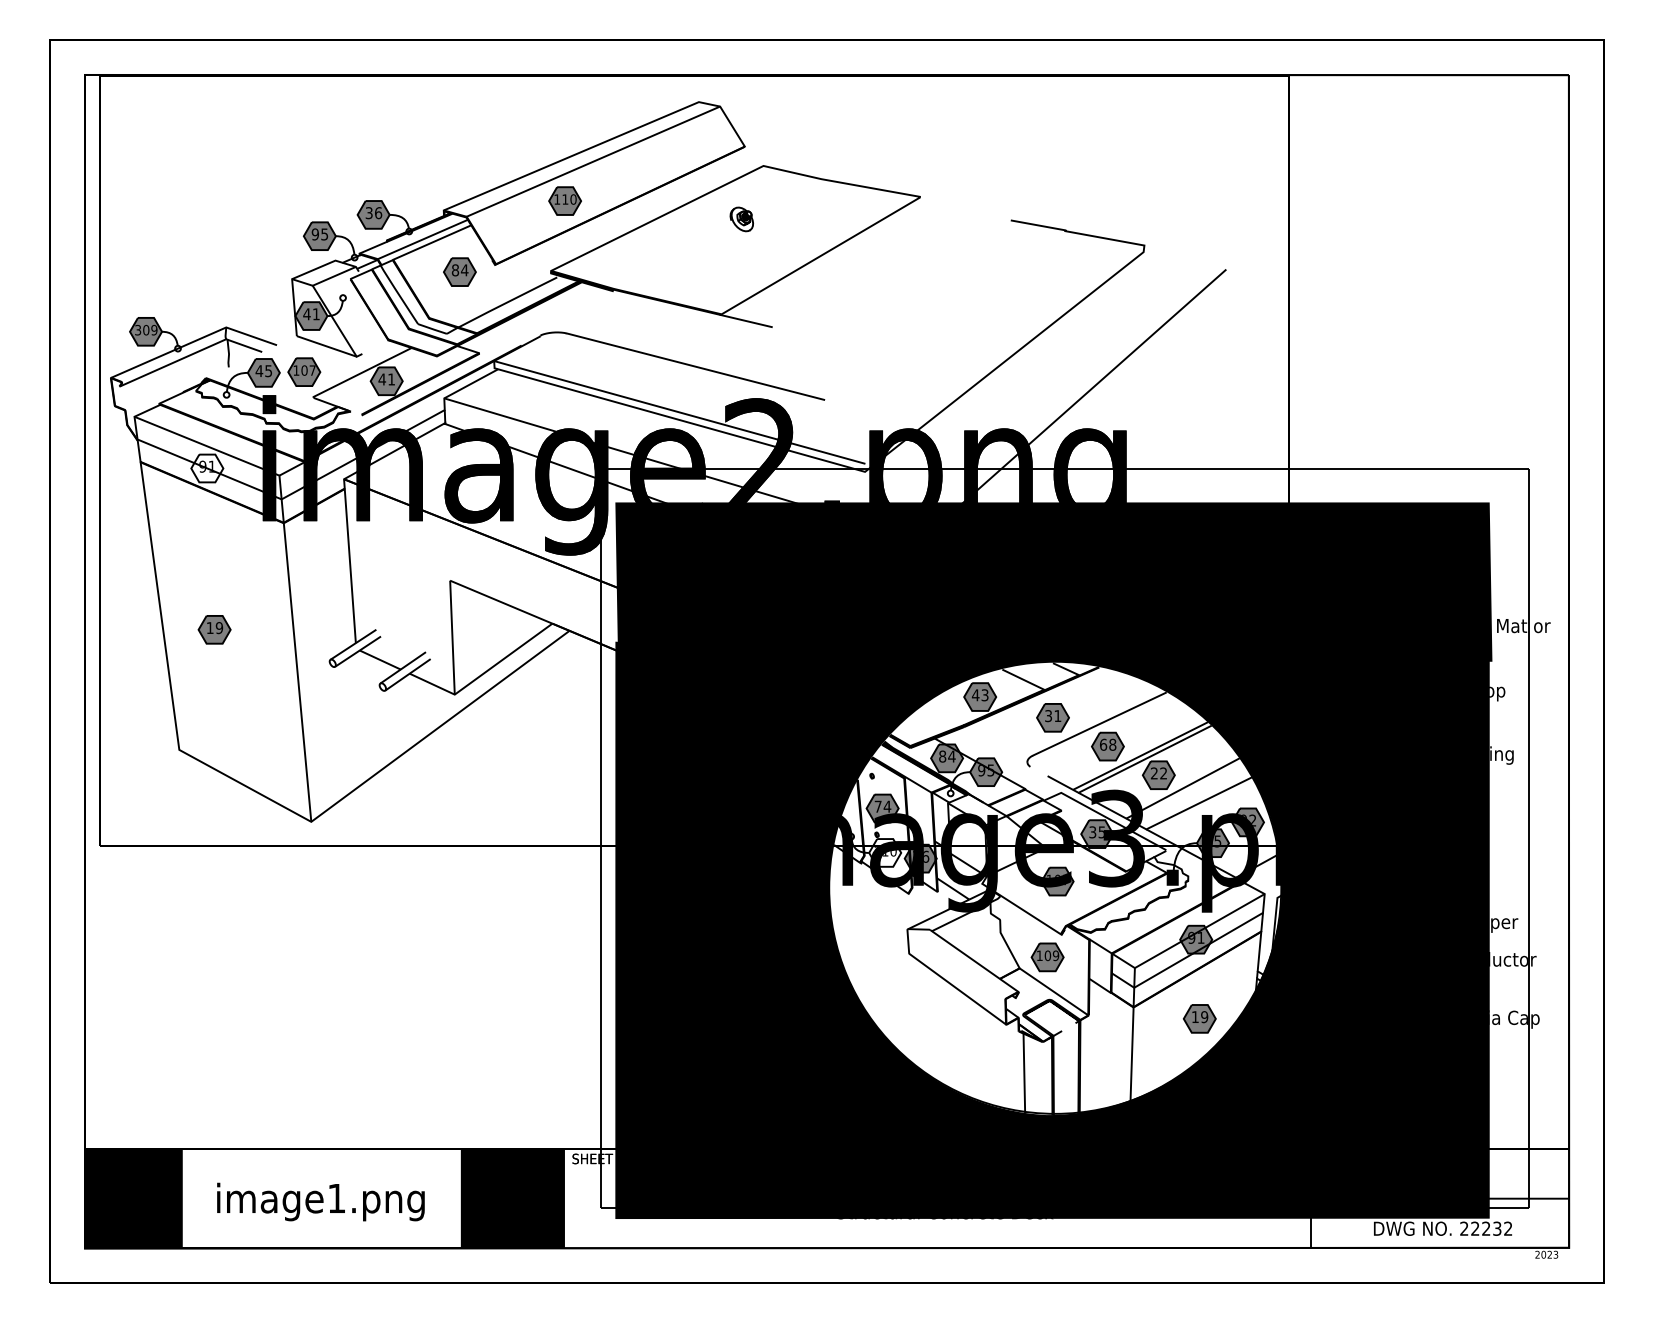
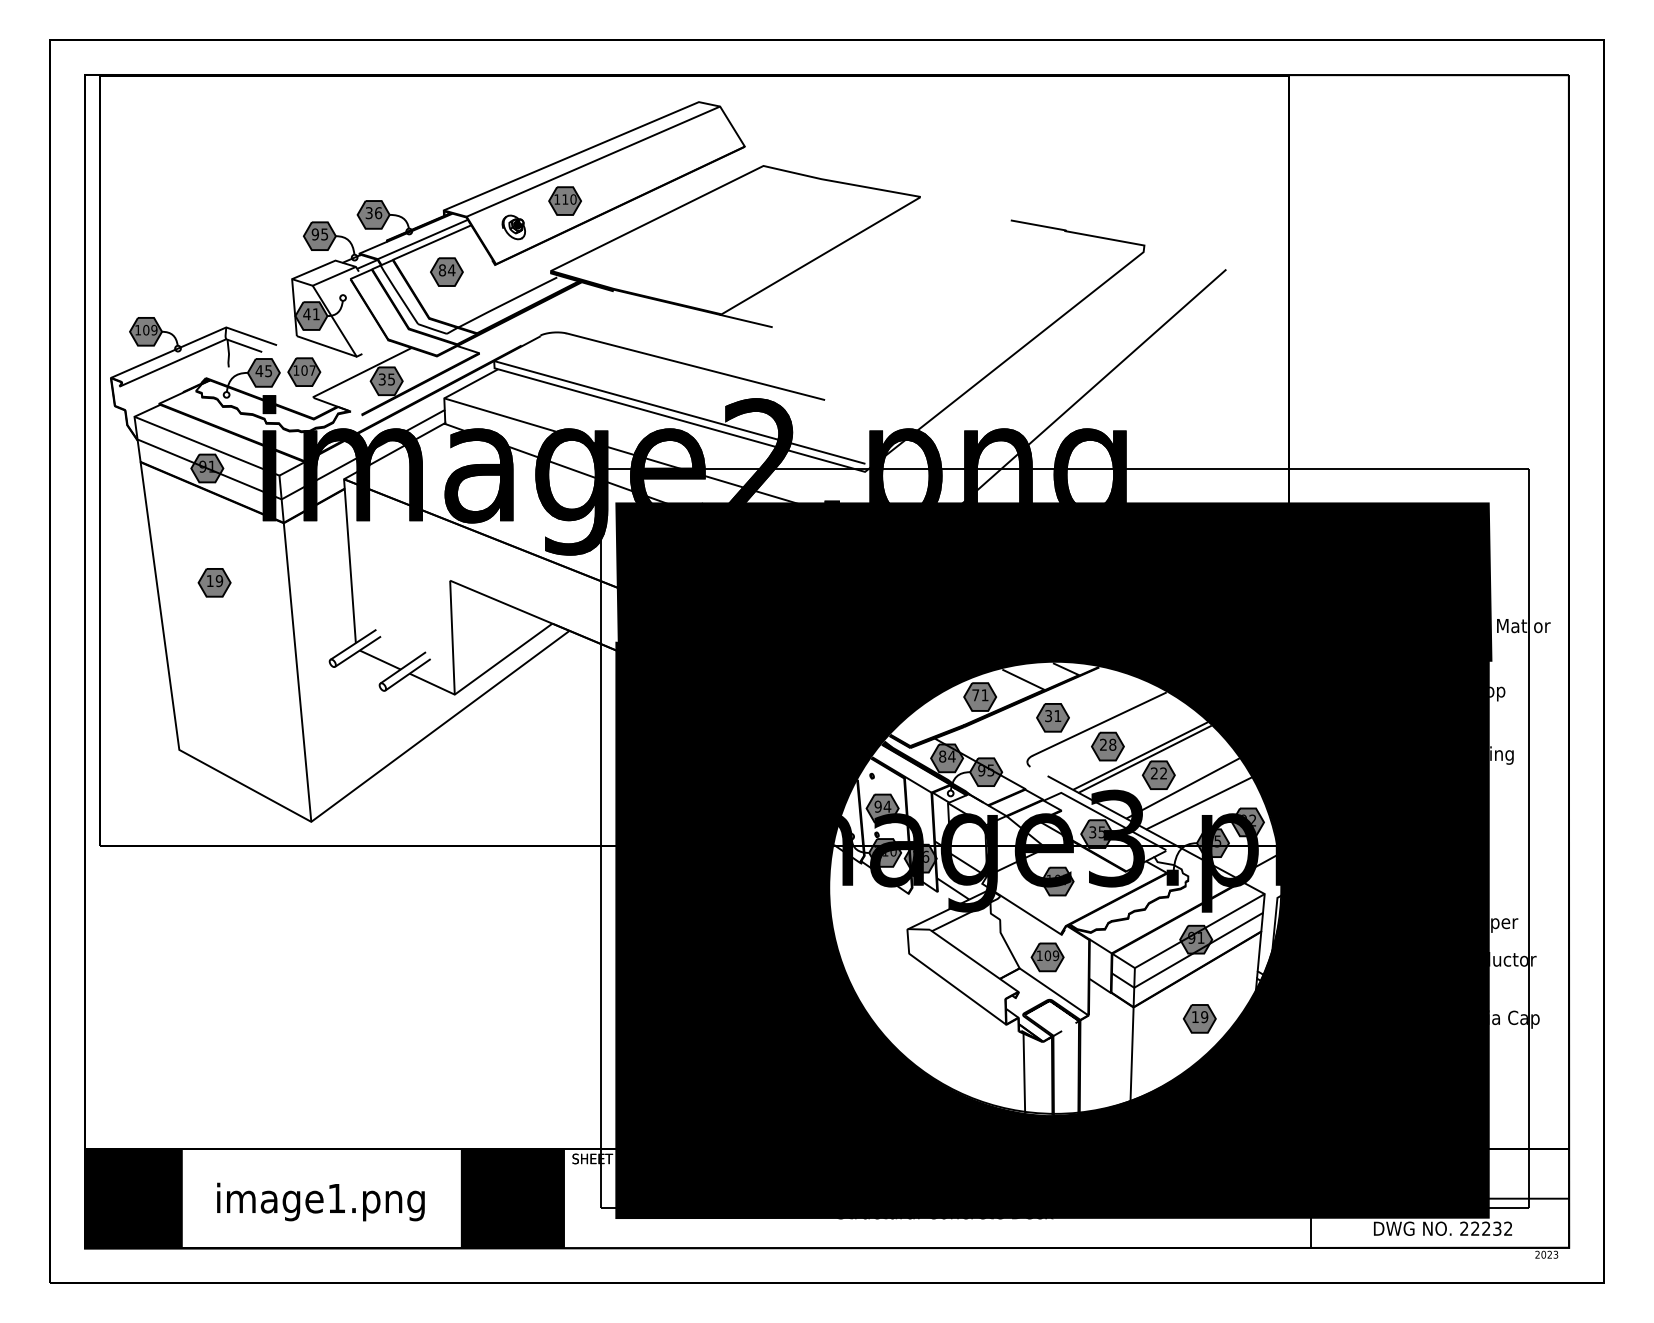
part at (741, 219) position: (741, 219) -> (513, 227)
part at (459, 271) position: (459, 271) -> (446, 271)
text at (138, 330): 309 -> 109
text at (386, 379): 41 -> 35
fill at (207, 468): none -> present
part at (214, 629) position: (214, 629) -> (214, 582)
text at (980, 695): 43 -> 71
text at (1103, 744): 68 -> 28
text at (877, 806): 74 -> 94
fill at (885, 852): none -> present
